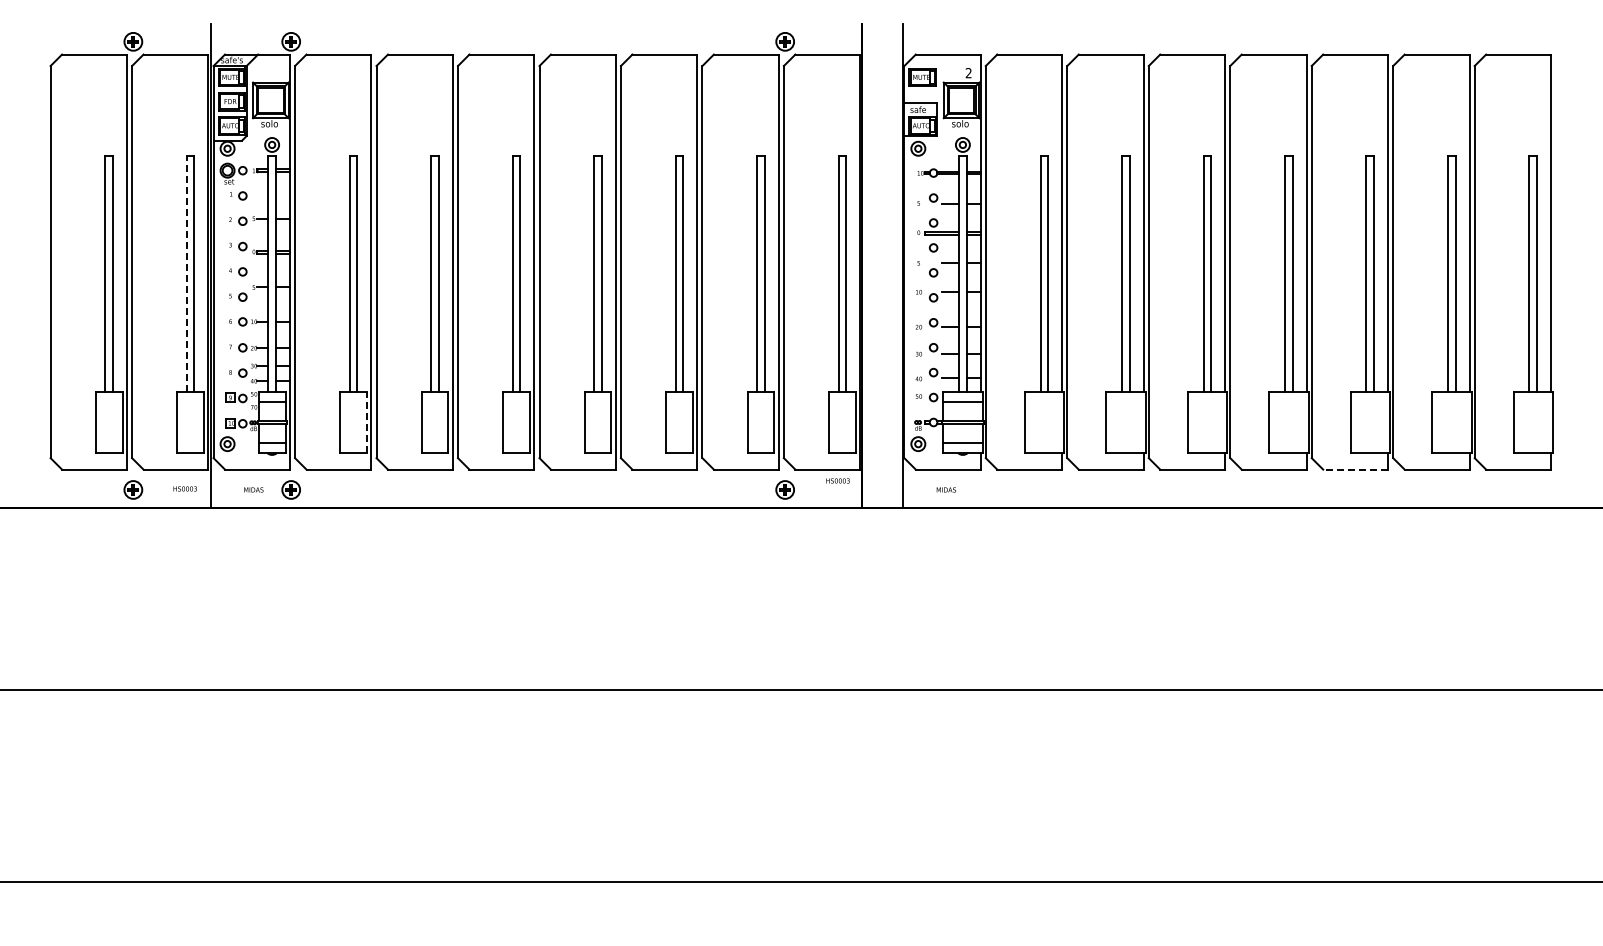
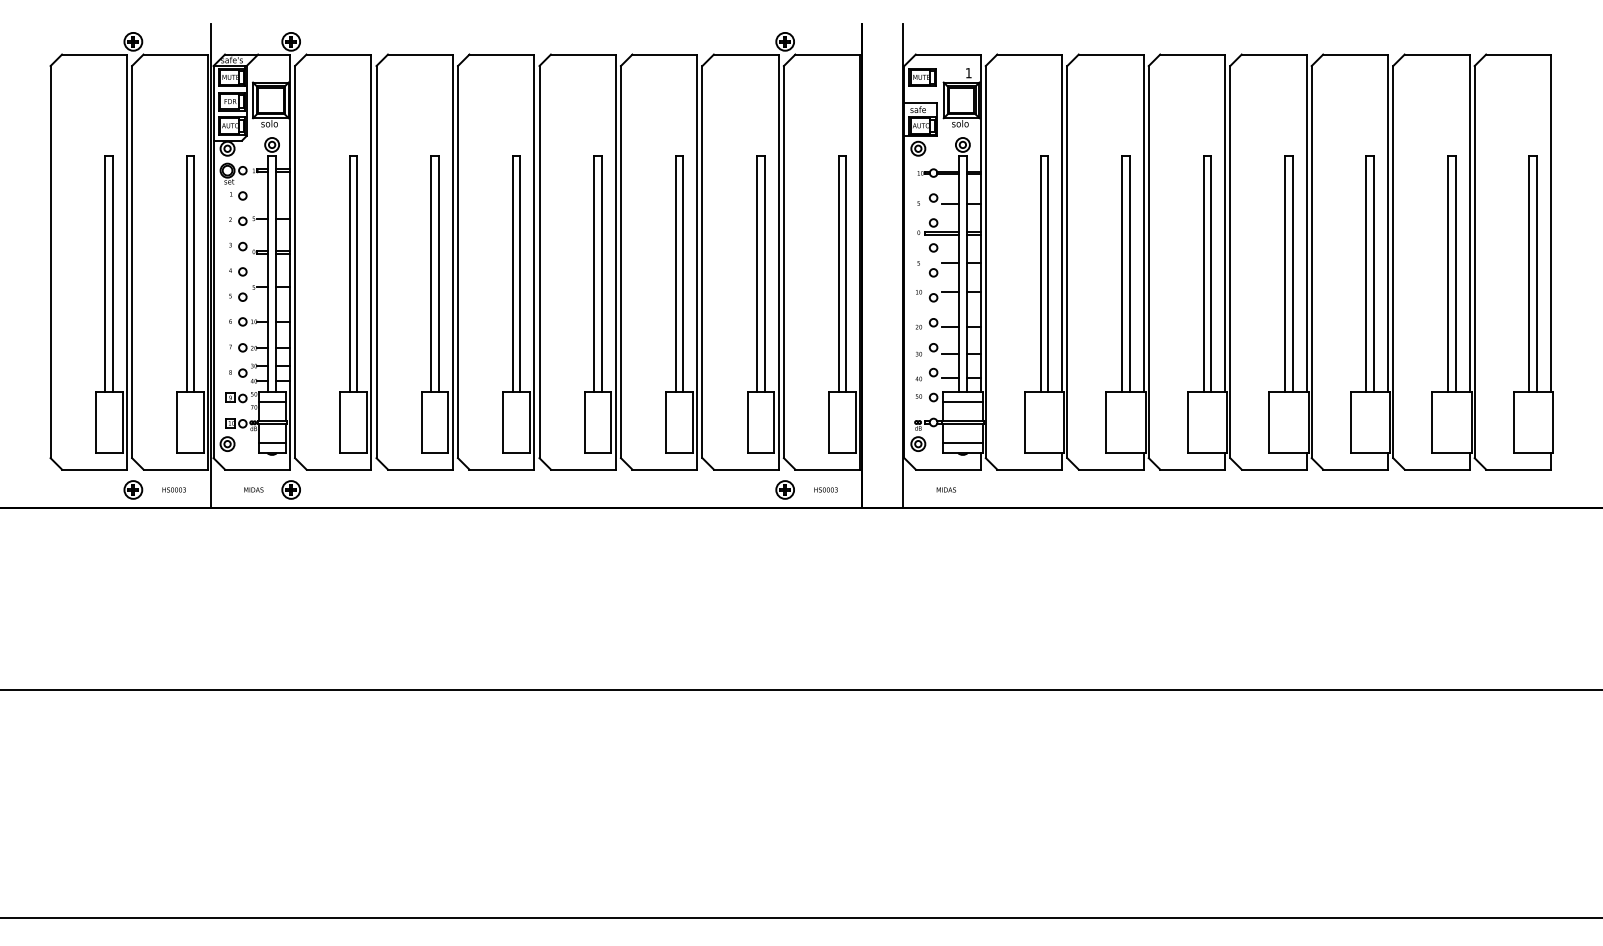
text at (968, 73): 2 -> 1
line at (186, 274): dashed -> solid
line at (366, 422): dashed -> solid
line at (1355, 469): dashed -> solid
text at (837, 480) position: (837, 480) -> (825, 489)
text at (184, 488) position: (184, 488) -> (173, 489)
line at (800, 881) position: (800, 881) -> (800, 917)
